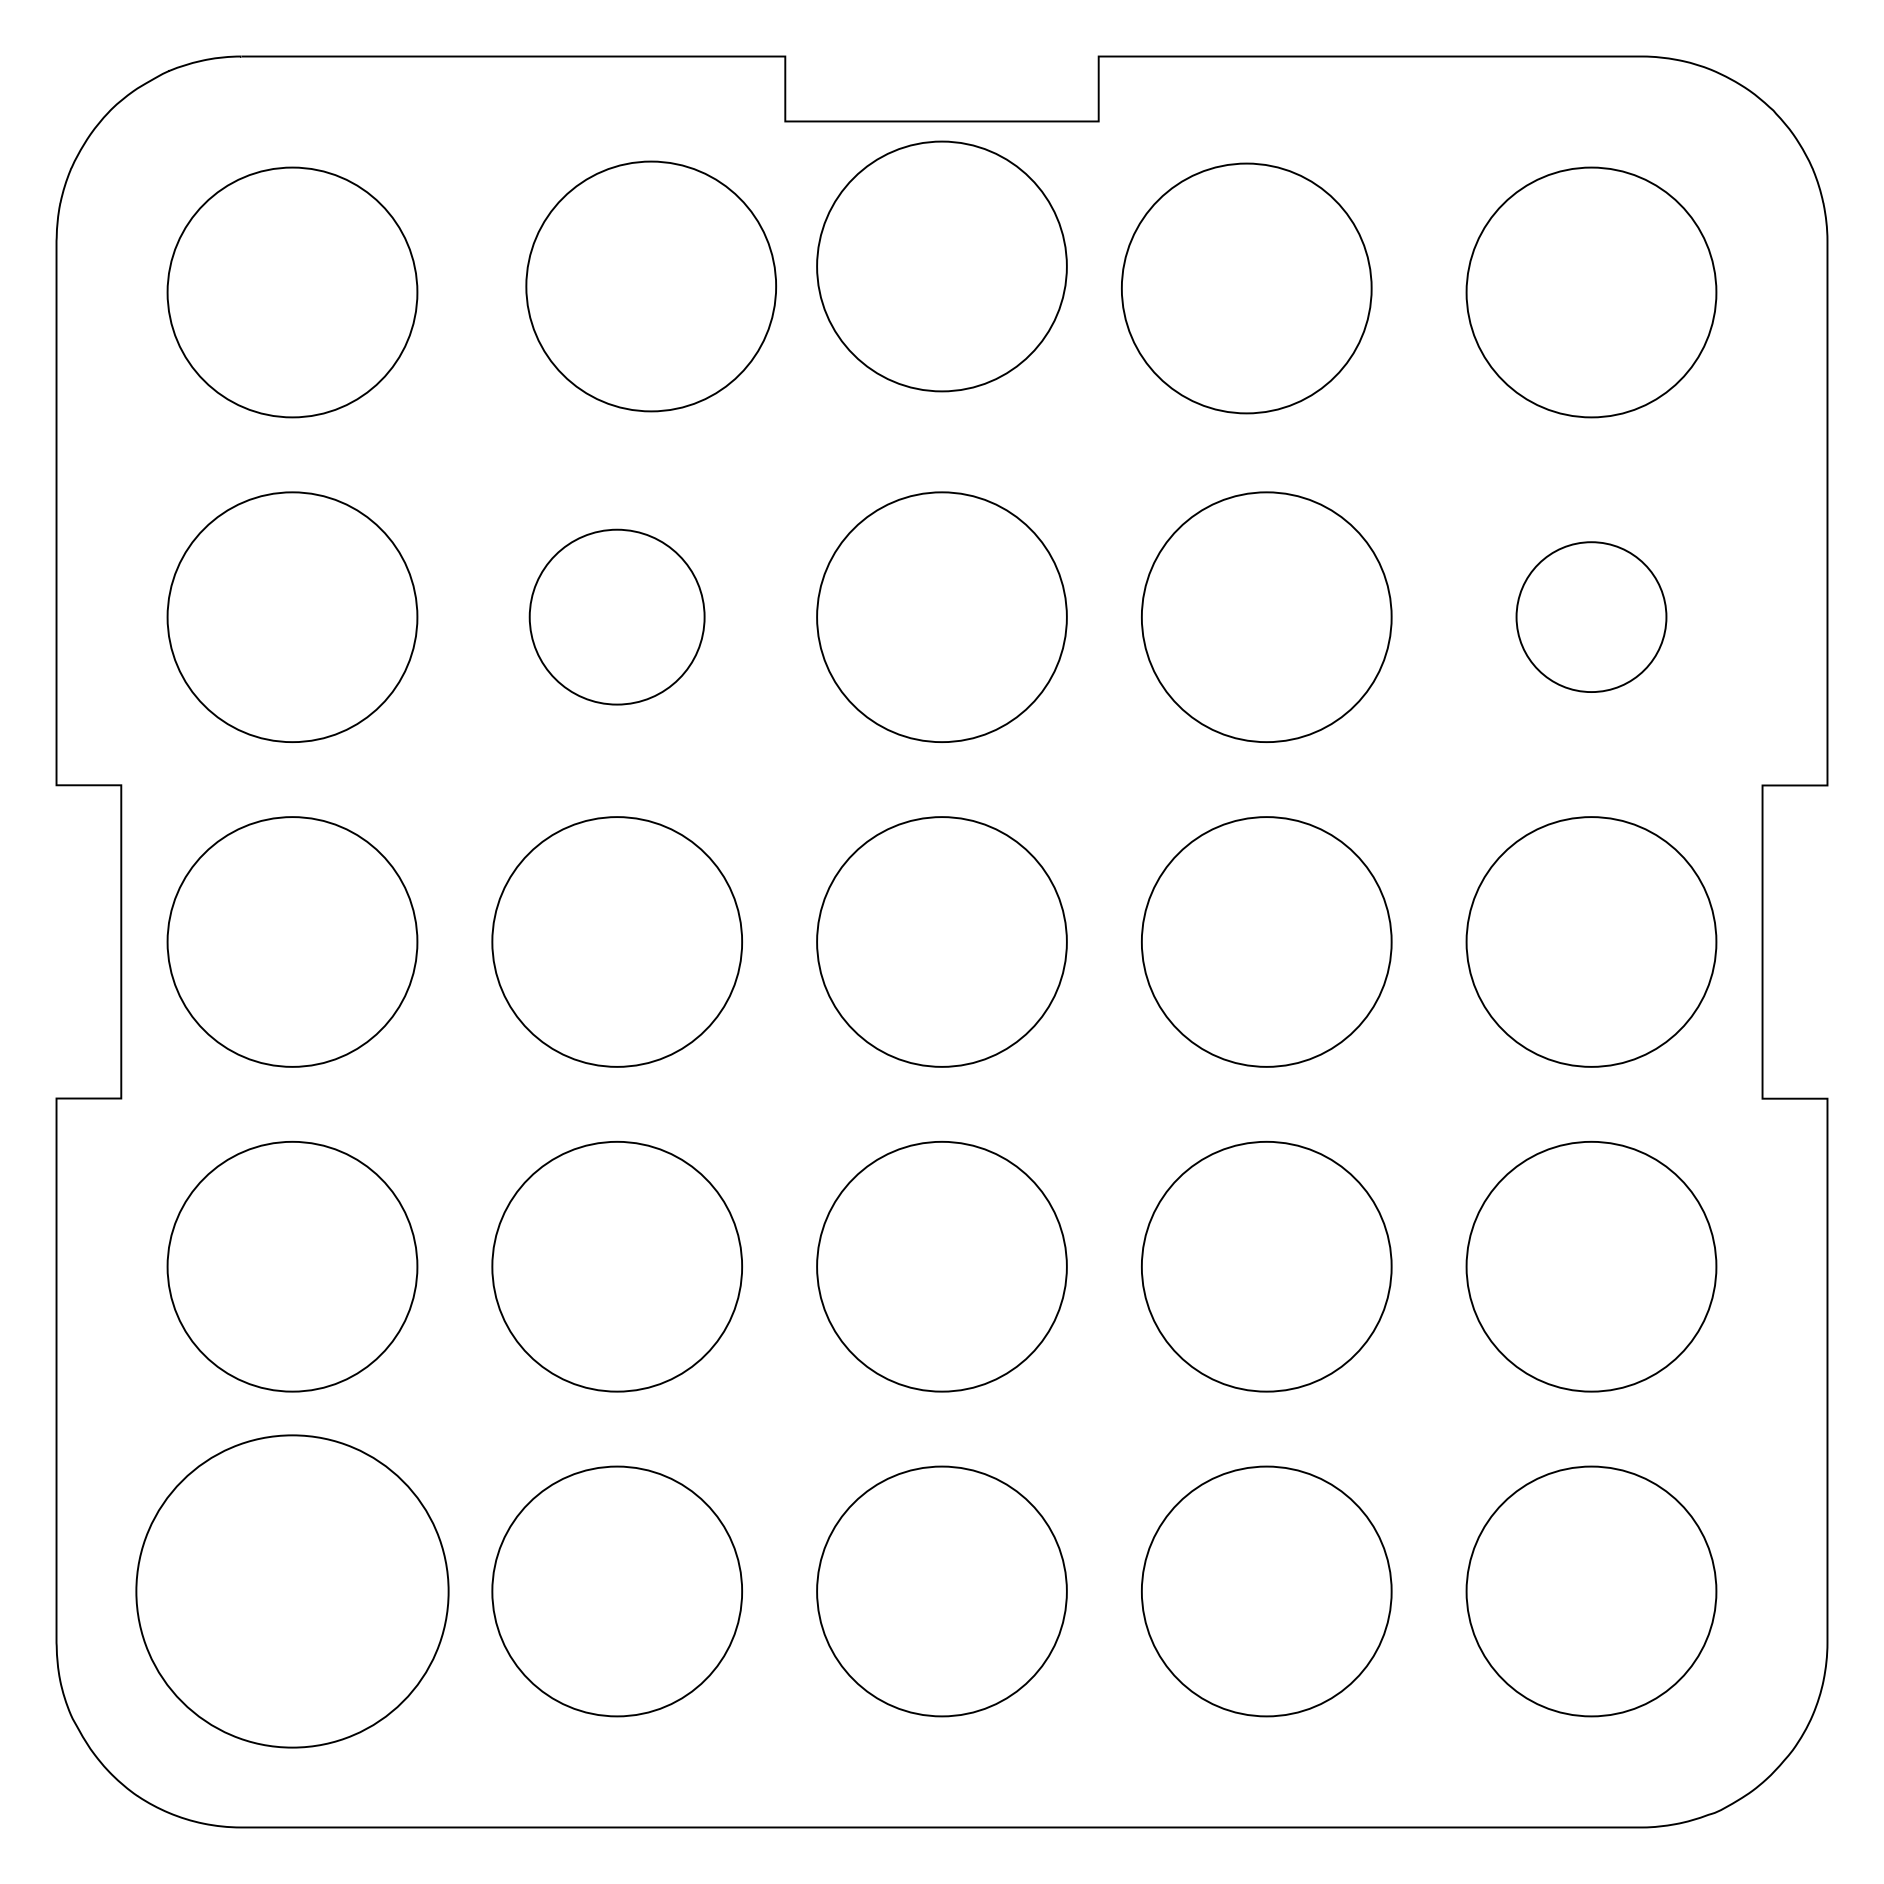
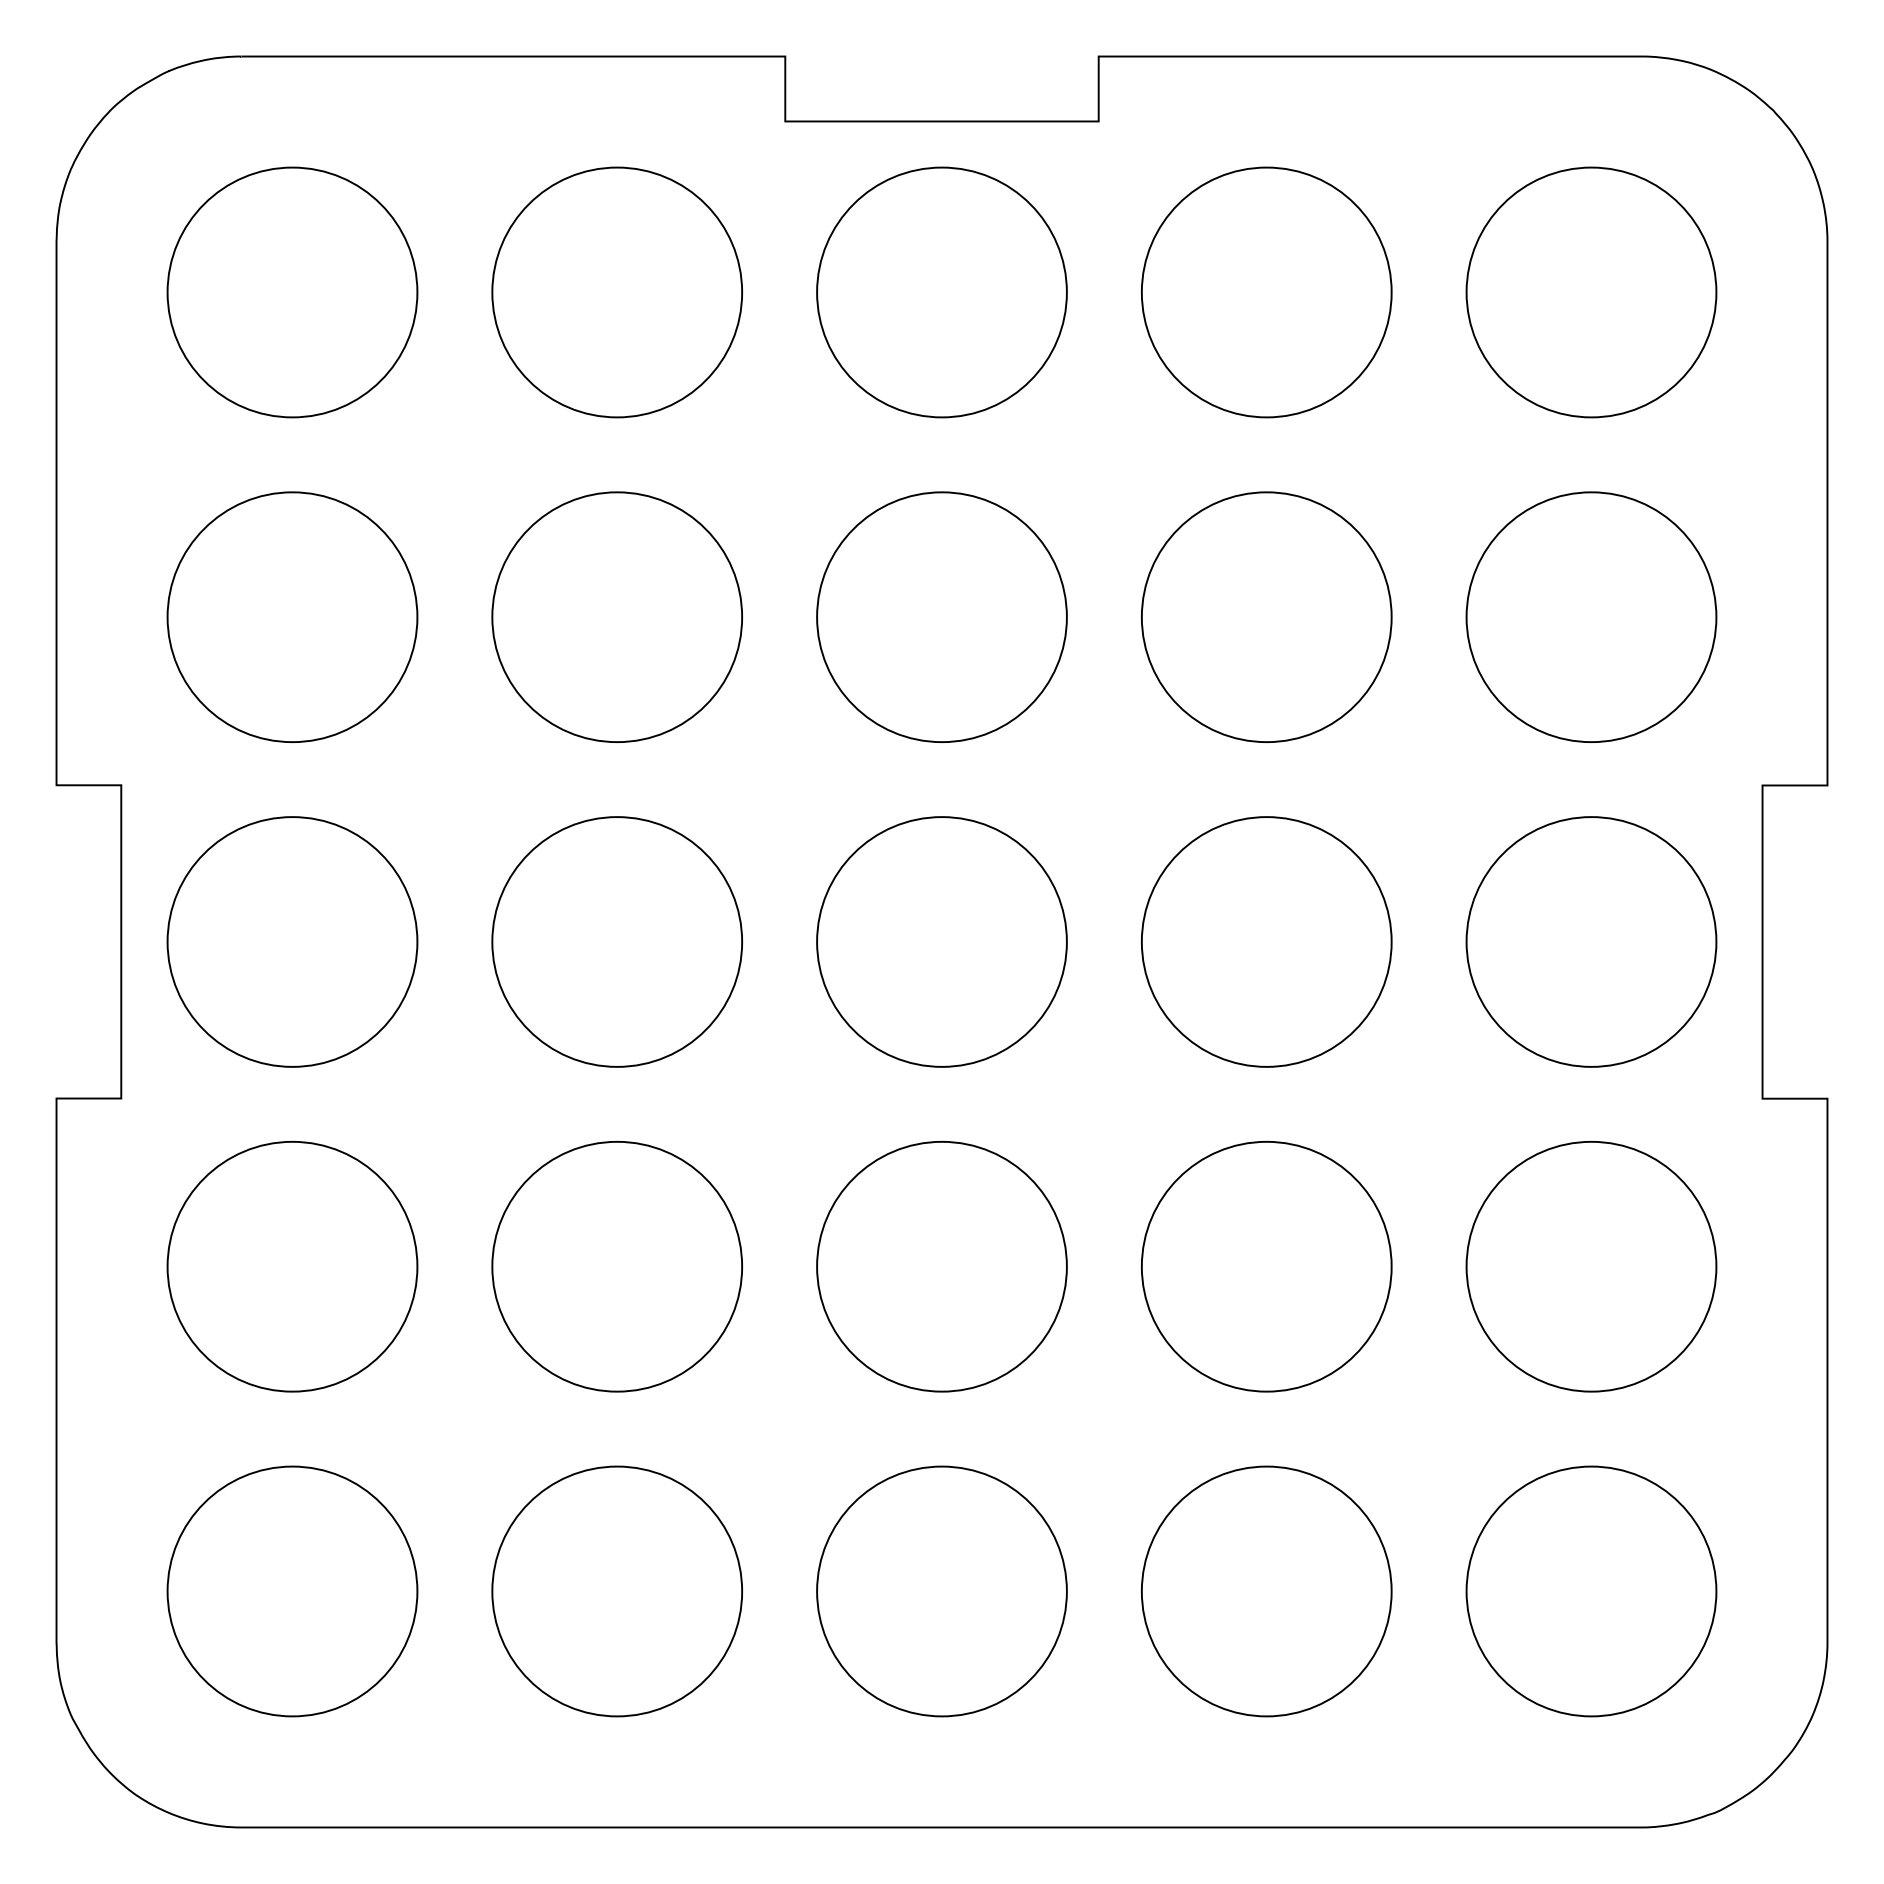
part at (941, 266) position: (941, 266) -> (941, 292)
part at (650, 286) position: (650, 286) -> (616, 292)
part at (1246, 288) position: (1246, 288) -> (1266, 292)
part at (616, 616) size: 178x178 px -> 252x252 px
part at (1591, 616) size: 153x152 px -> 253x252 px
part at (292, 1591) size: 315x315 px -> 253x253 px
